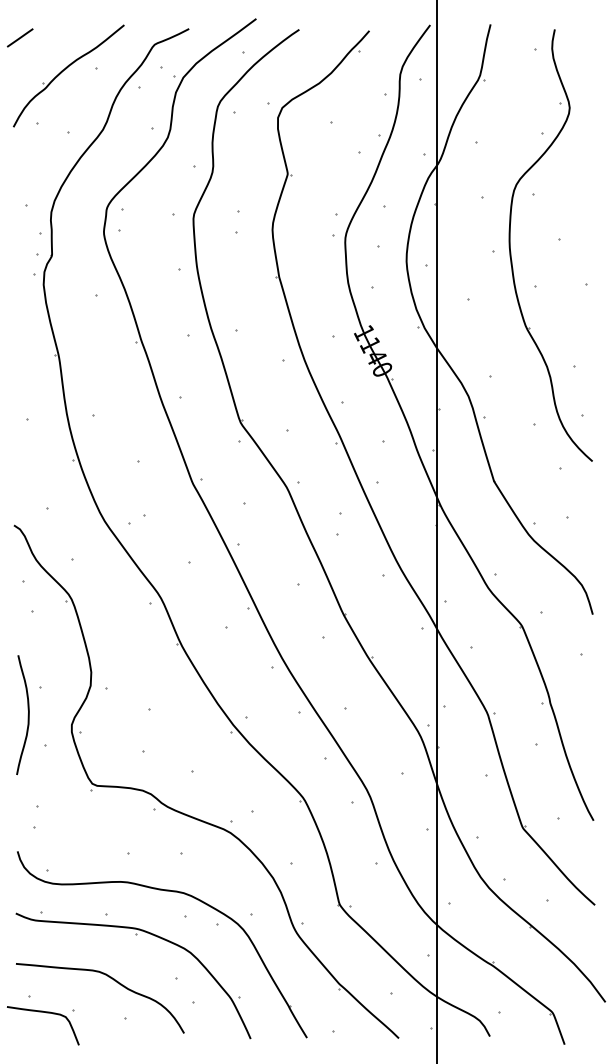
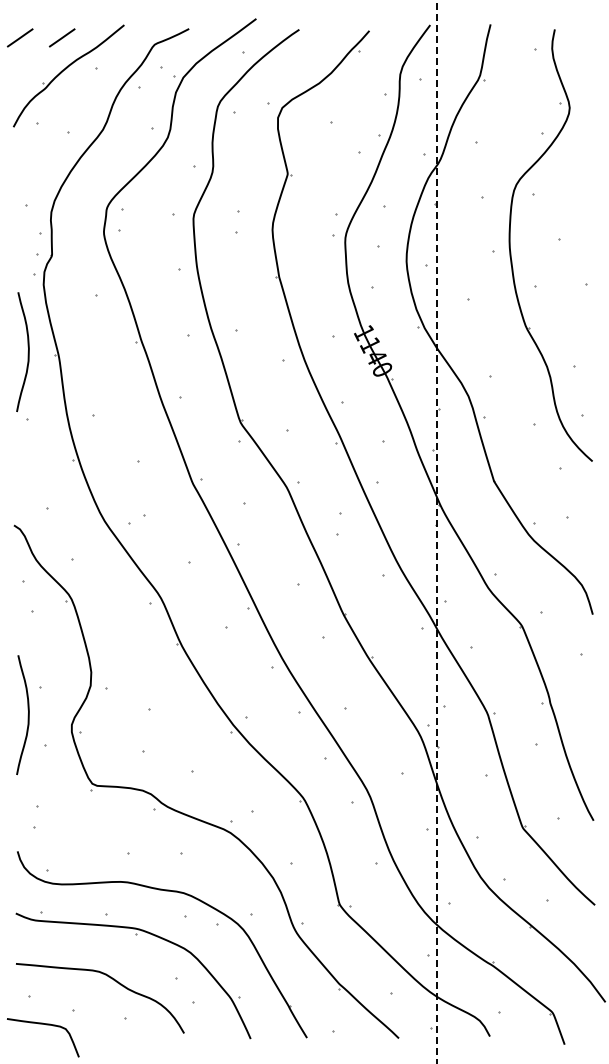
line at (61, 37): none -> present
curve at (27, 352): none -> present
line at (437, 531): solid -> dashed
curve at (46, 1013) position: (46, 1013) -> (46, 1025)
